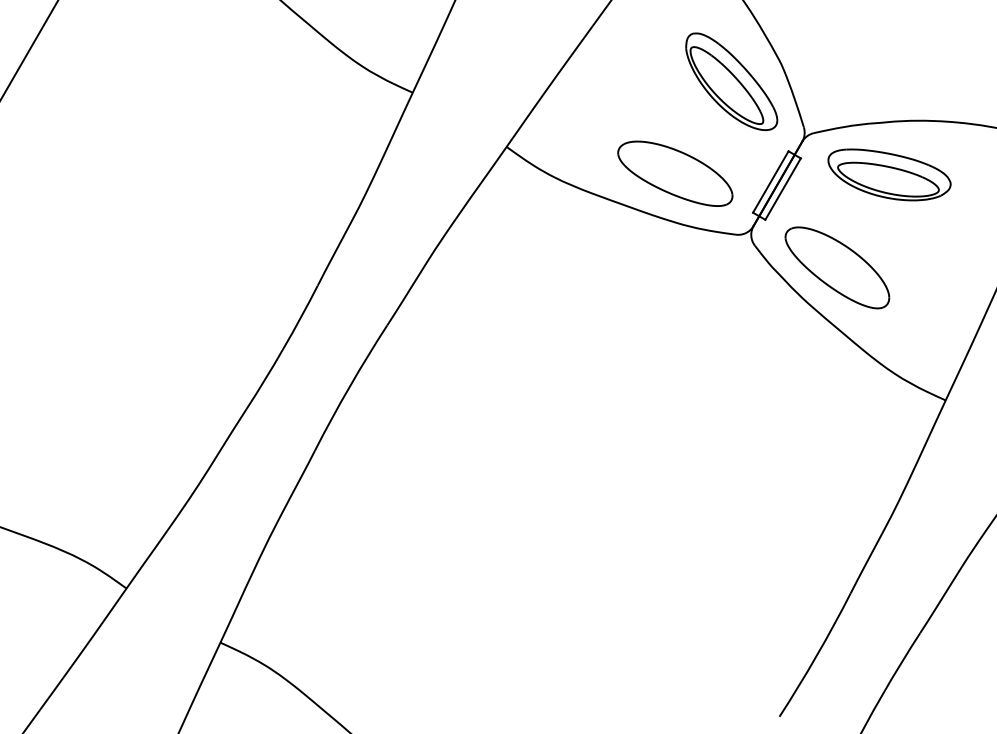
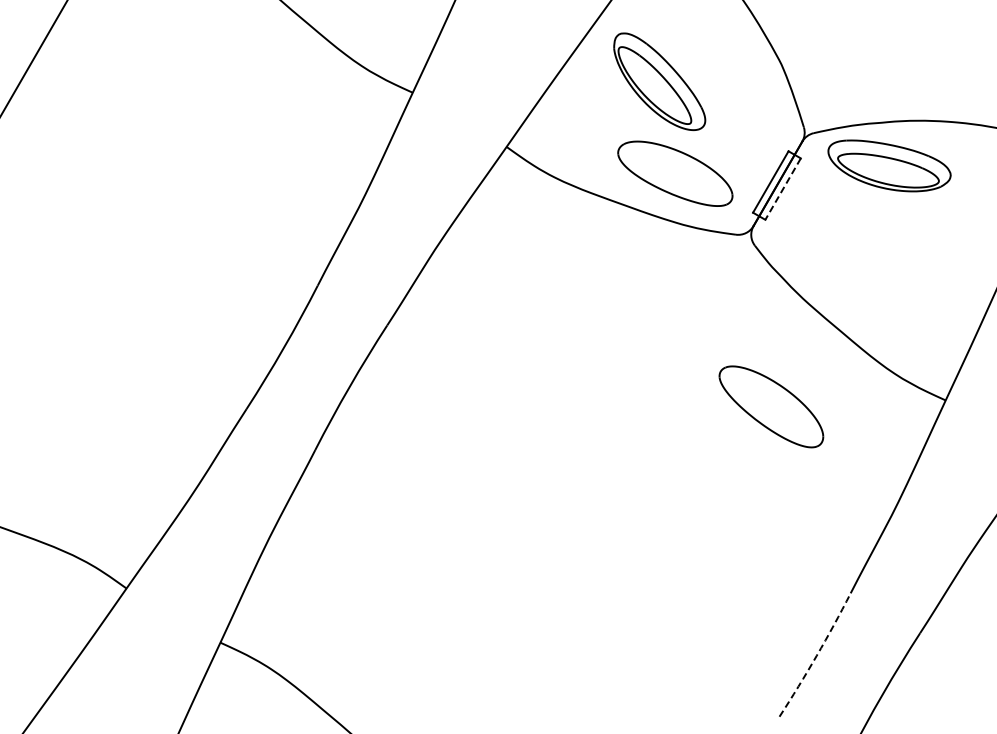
line at (29, 49) position: (29, 49) -> (34, 57)
part at (731, 81) position: (731, 81) -> (659, 81)
part at (889, 174) position: (889, 174) -> (889, 165)
line at (782, 189): solid -> dashed
part at (837, 267) position: (837, 267) -> (771, 406)
arc at (816, 655): solid -> dashed
